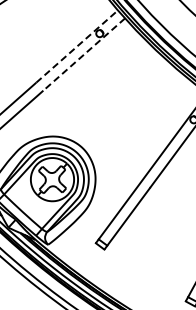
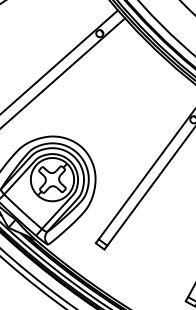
line at (77, 46): dashed -> solid
line at (84, 54): dashed -> solid
